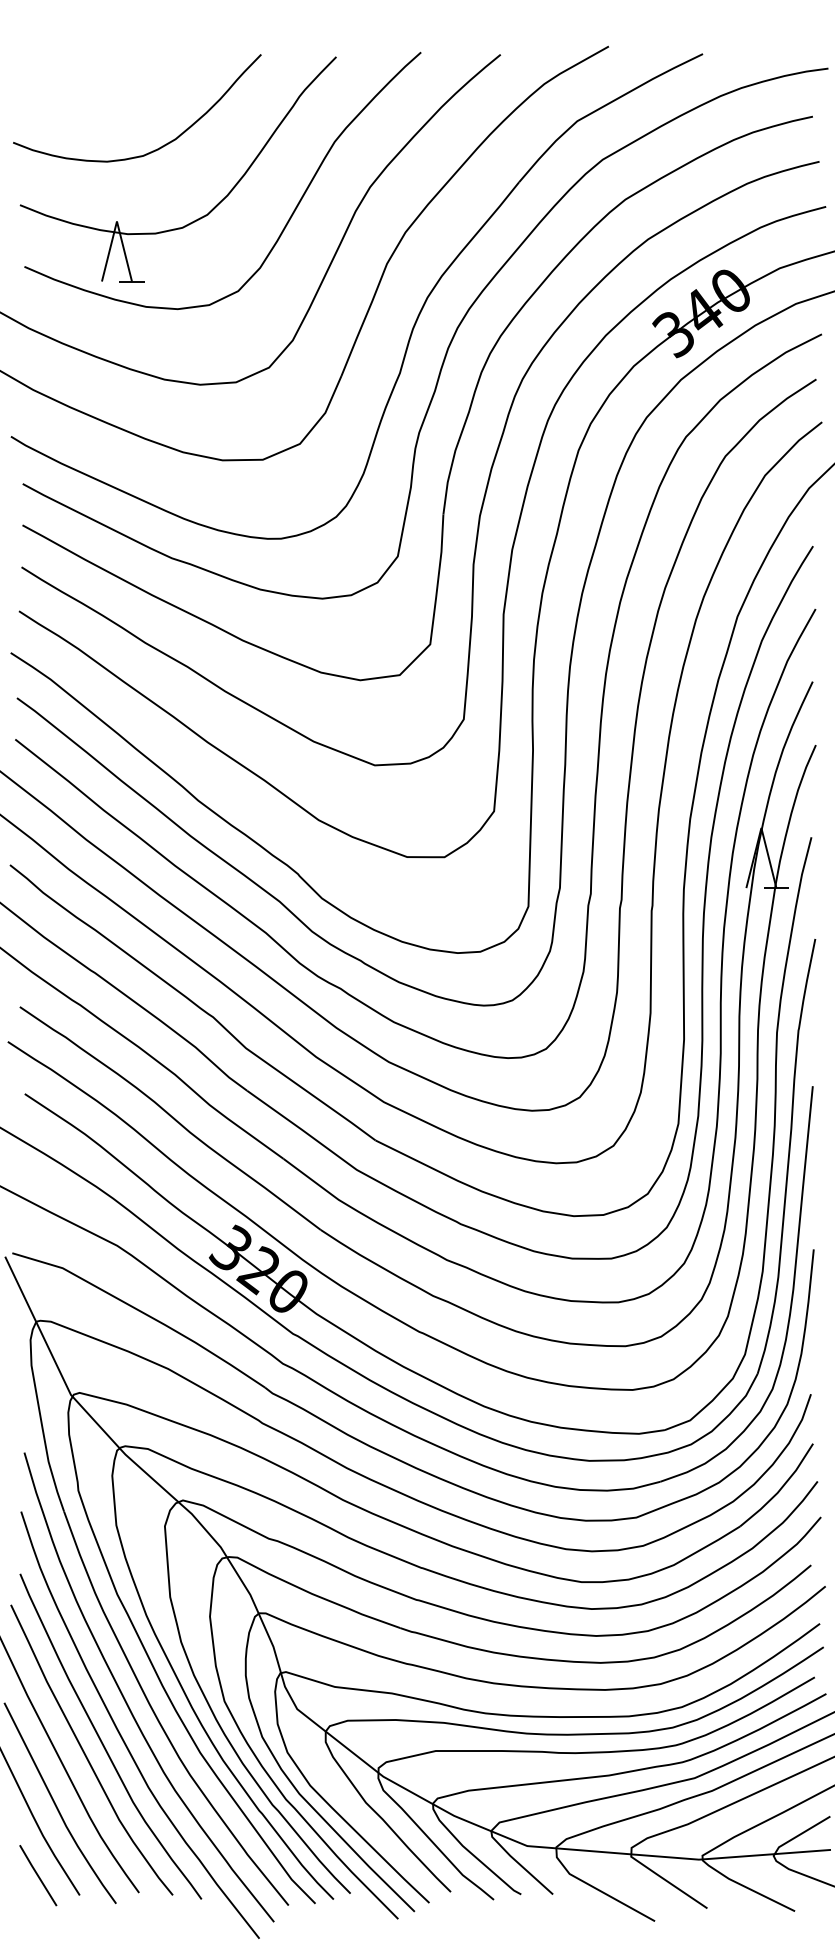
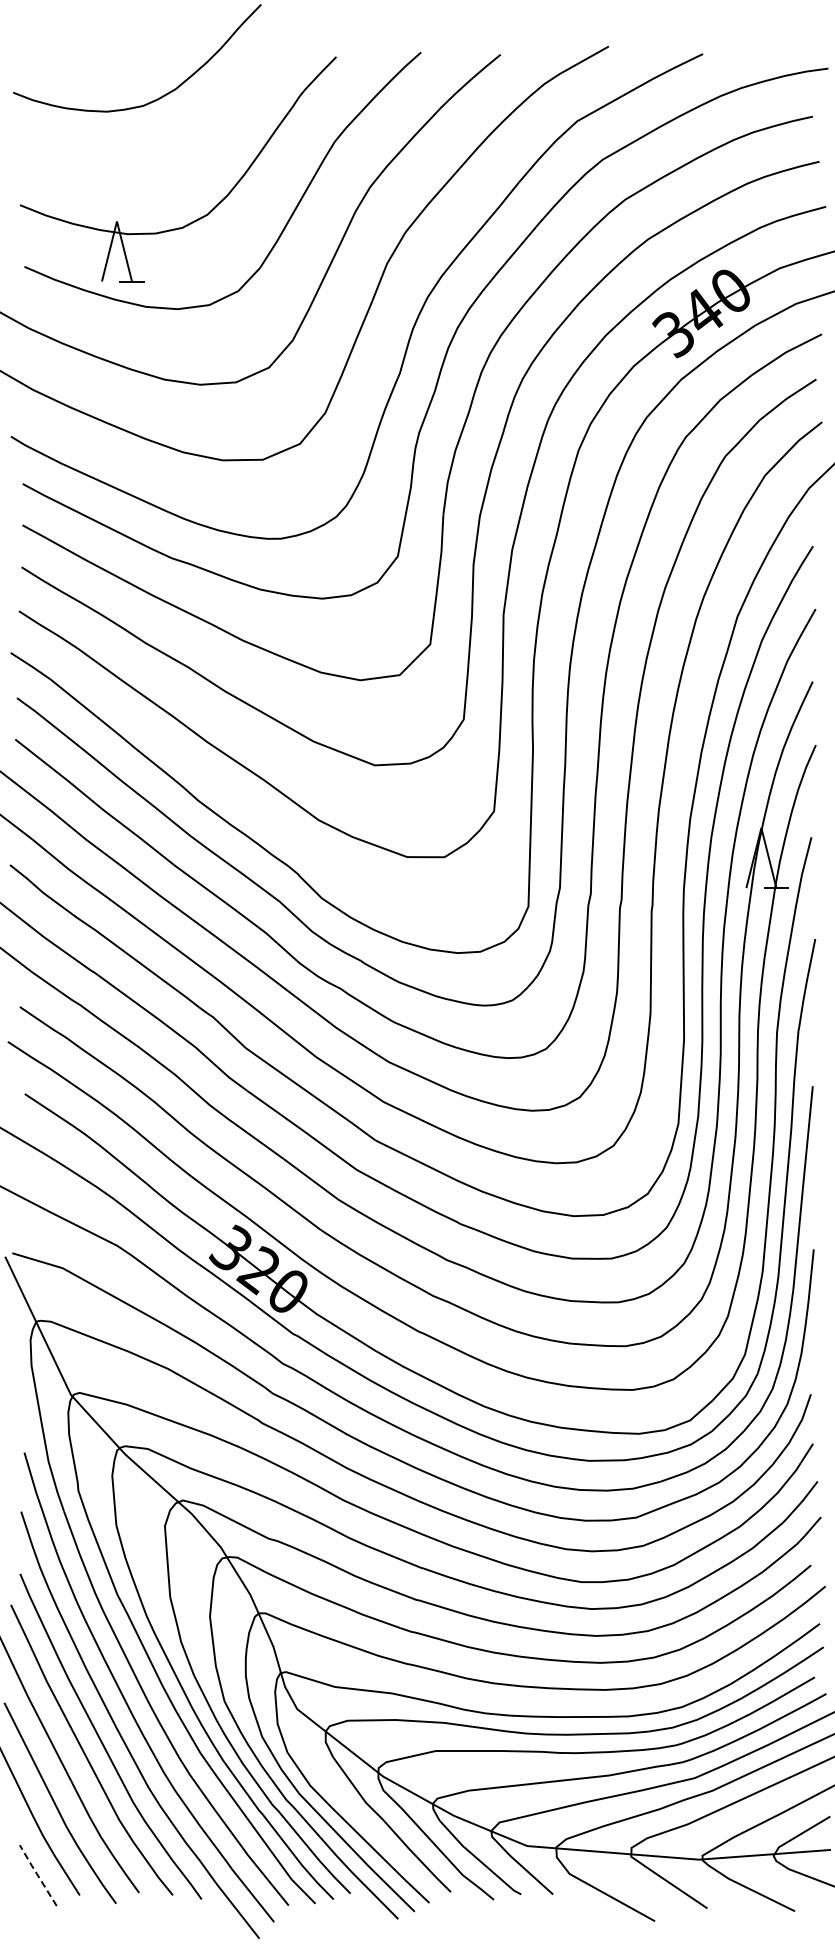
curve at (160, 146) position: (160, 146) -> (160, 96)
line at (37, 1875): solid -> dashed
